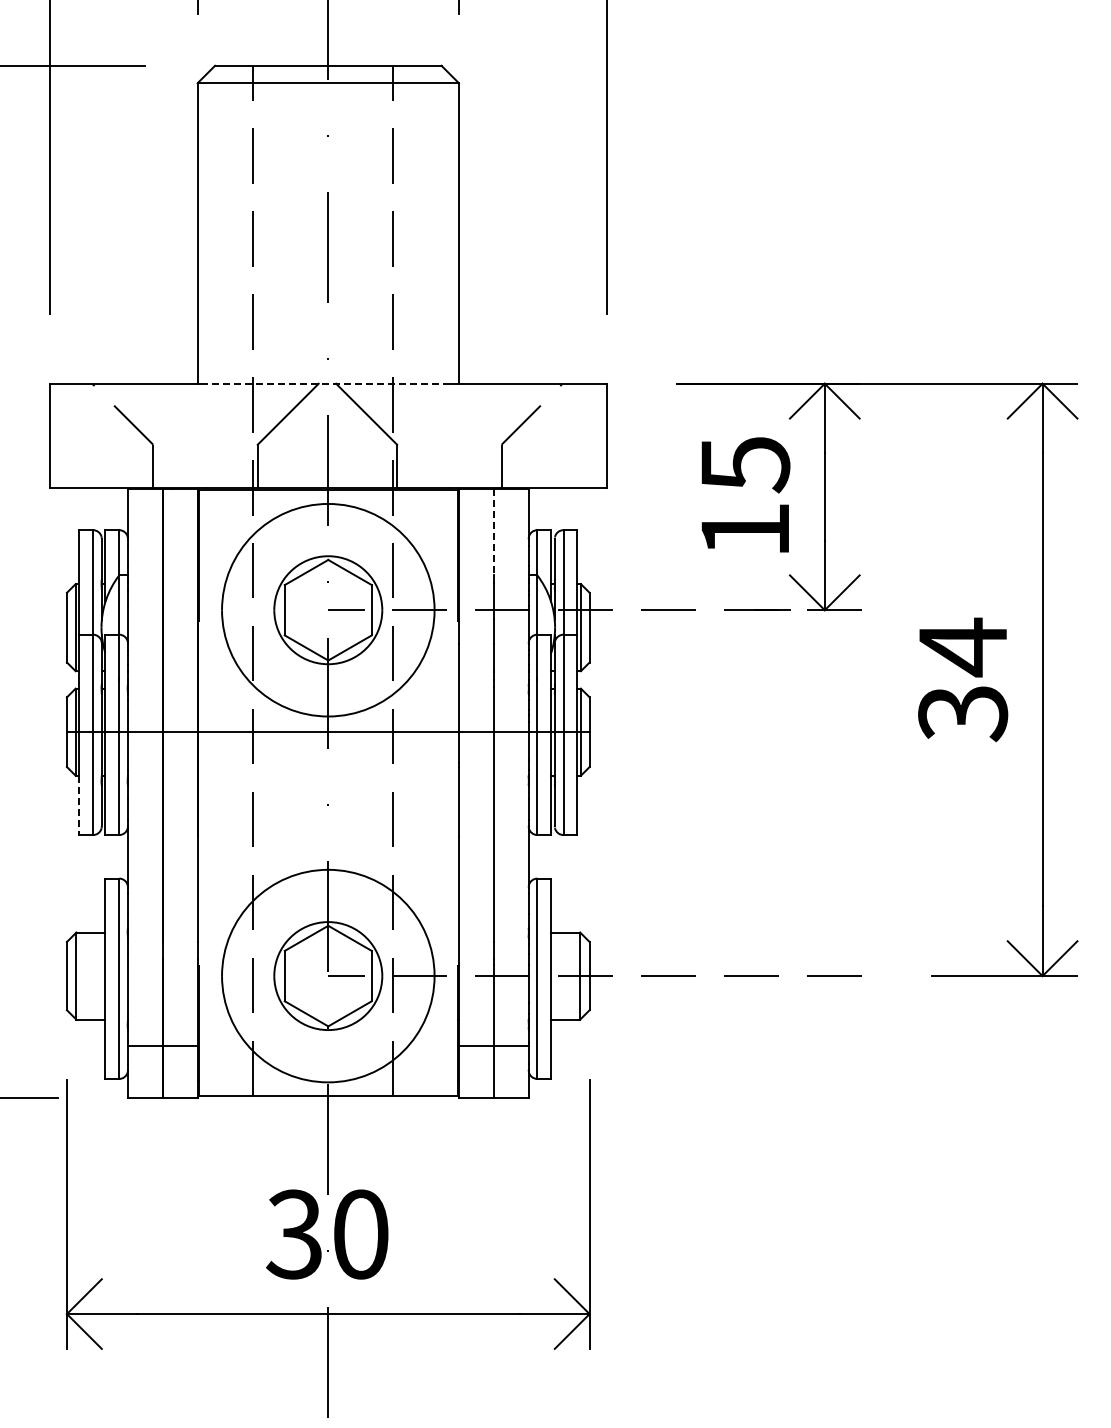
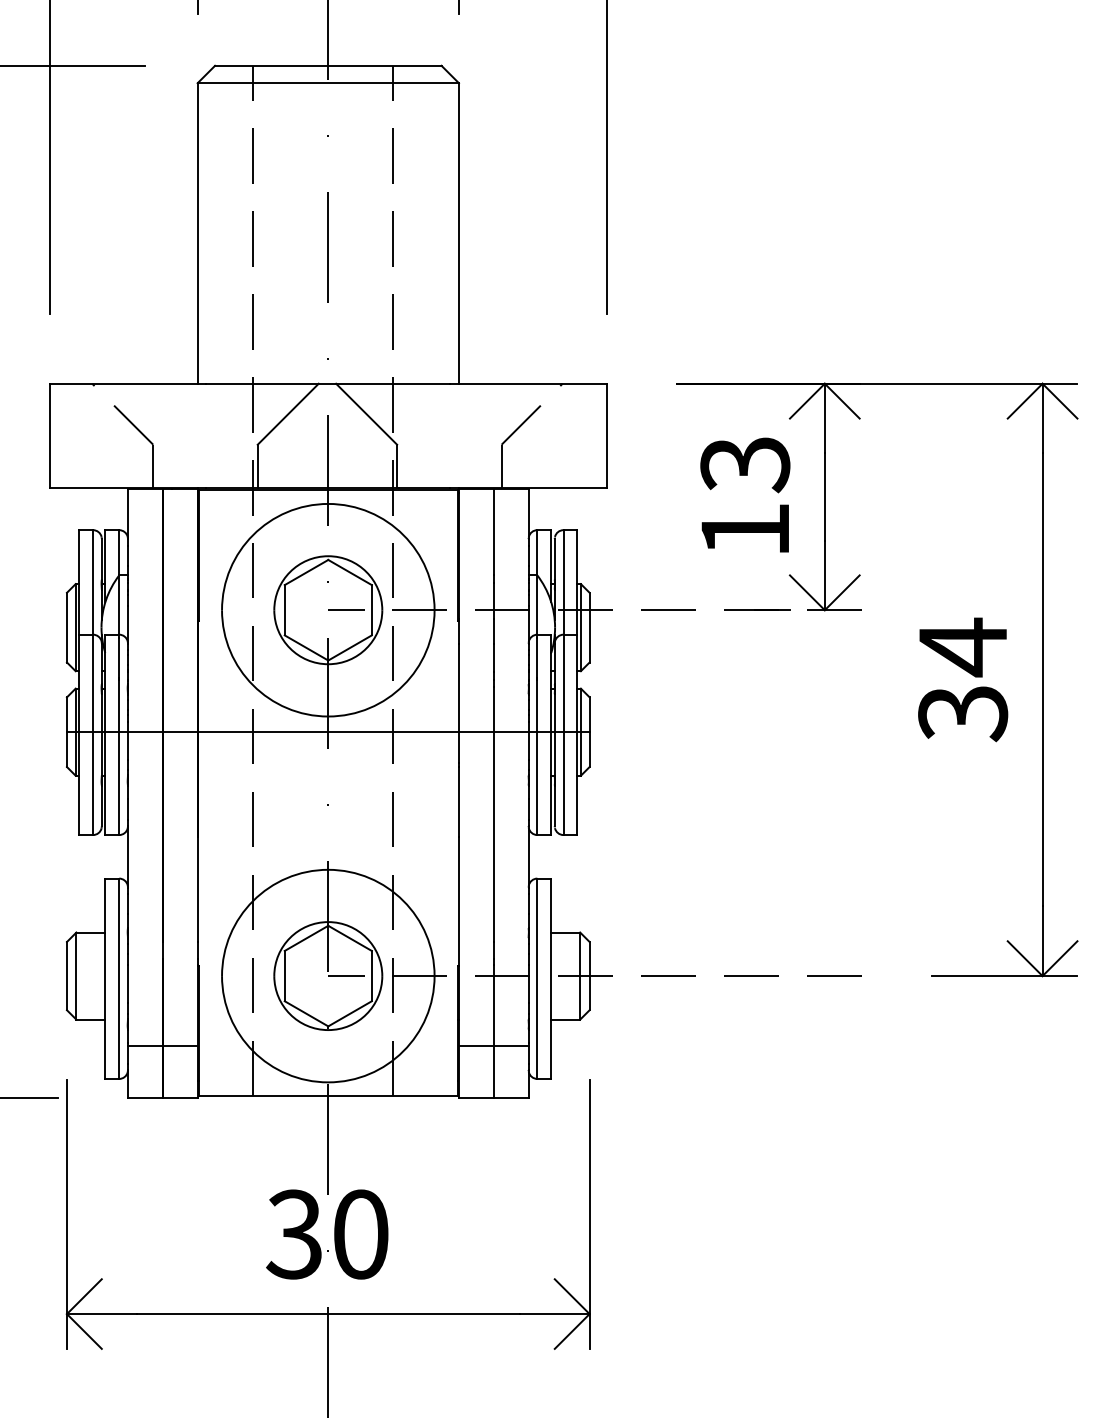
line at (328, 383): dashed -> solid
text at (745, 465): 15 -> 13
line at (493, 532): dashed -> solid
line at (79, 805): dashed -> solid
